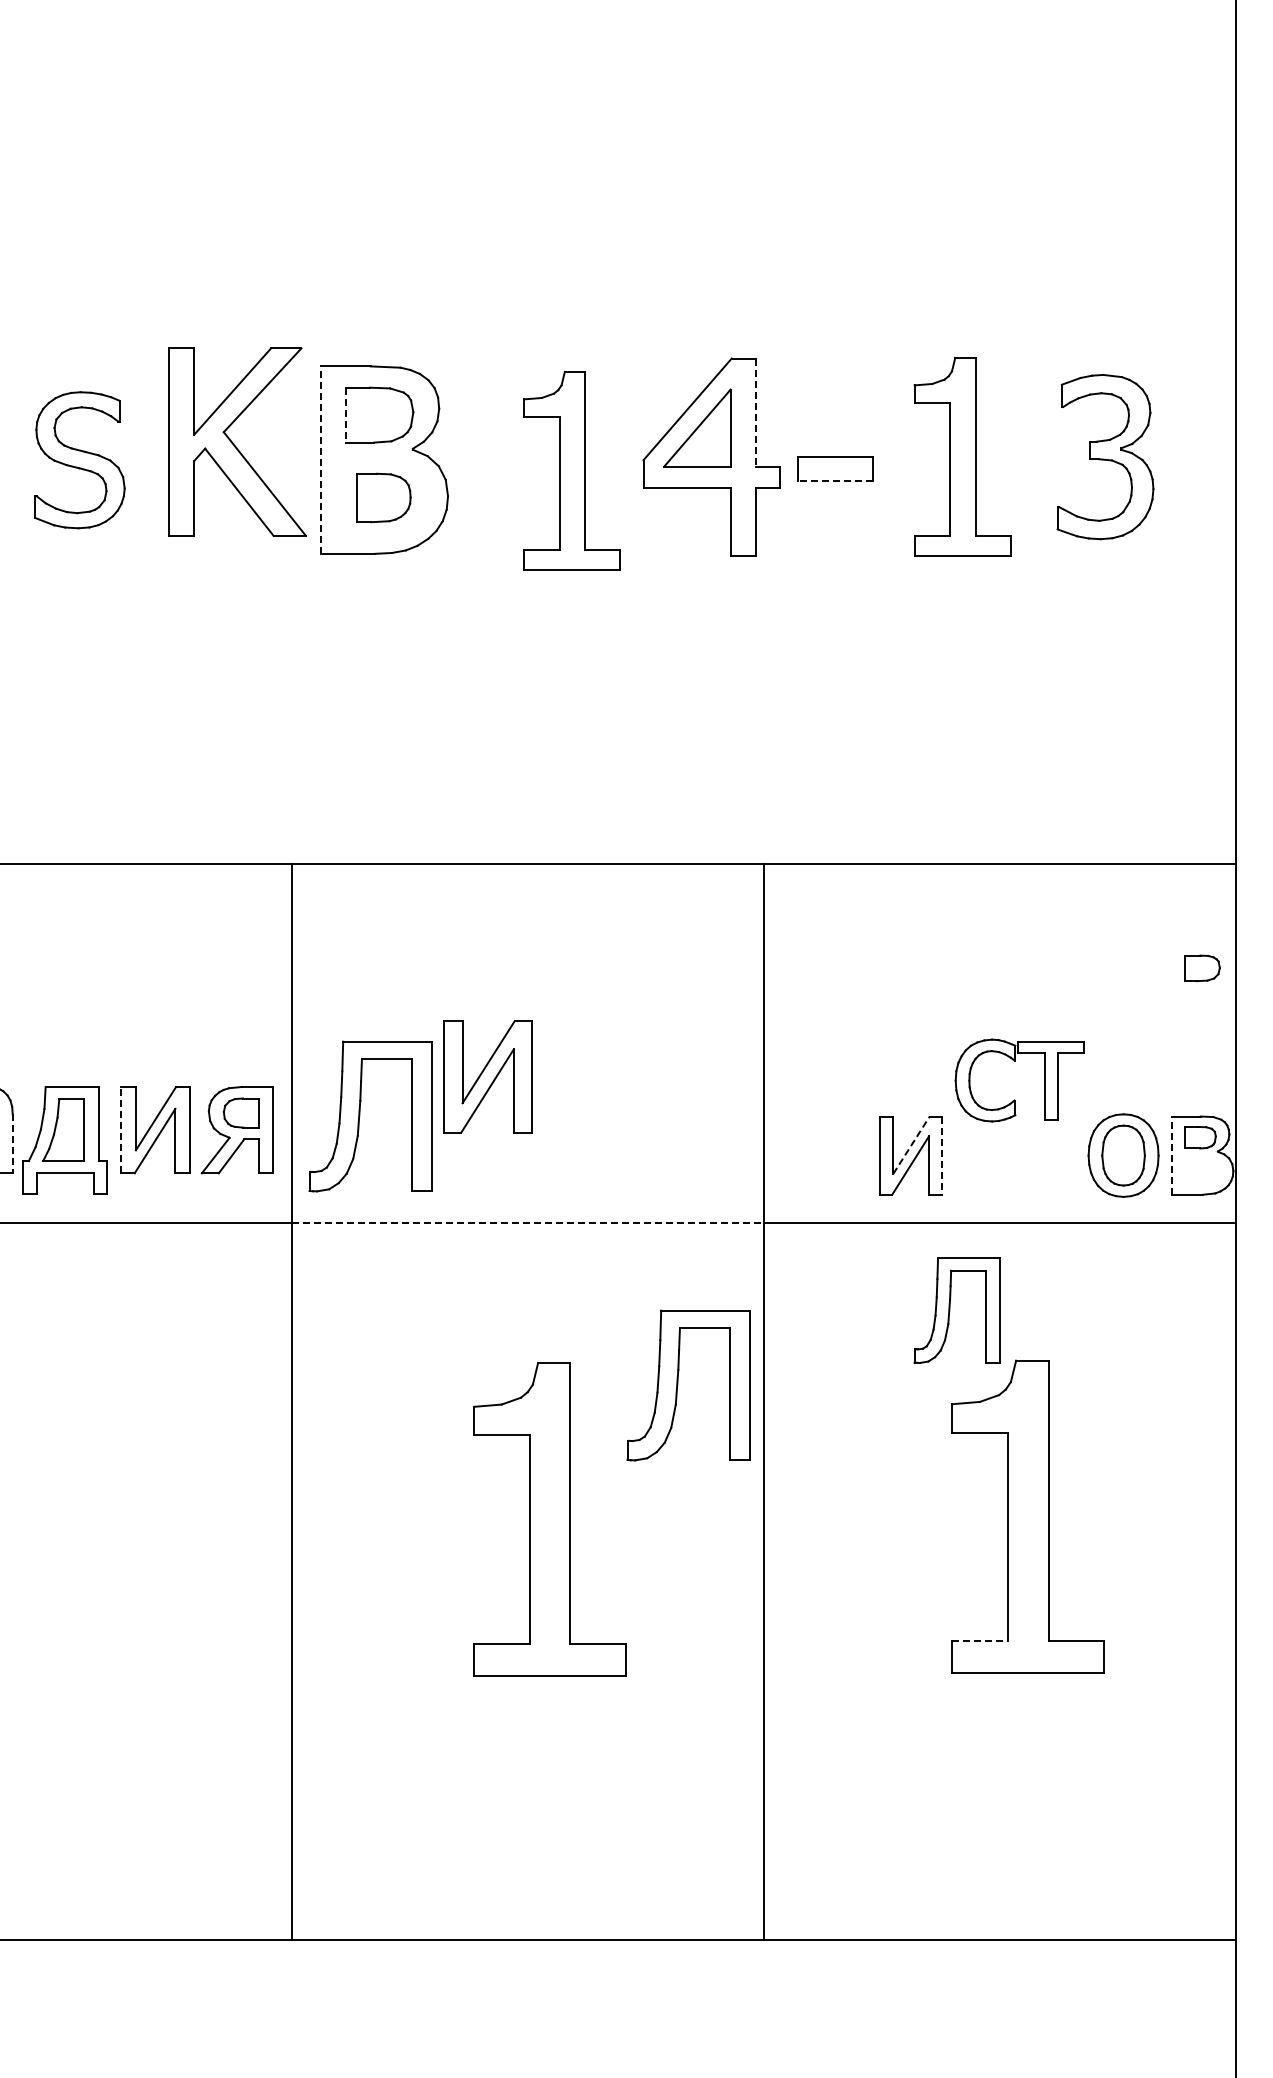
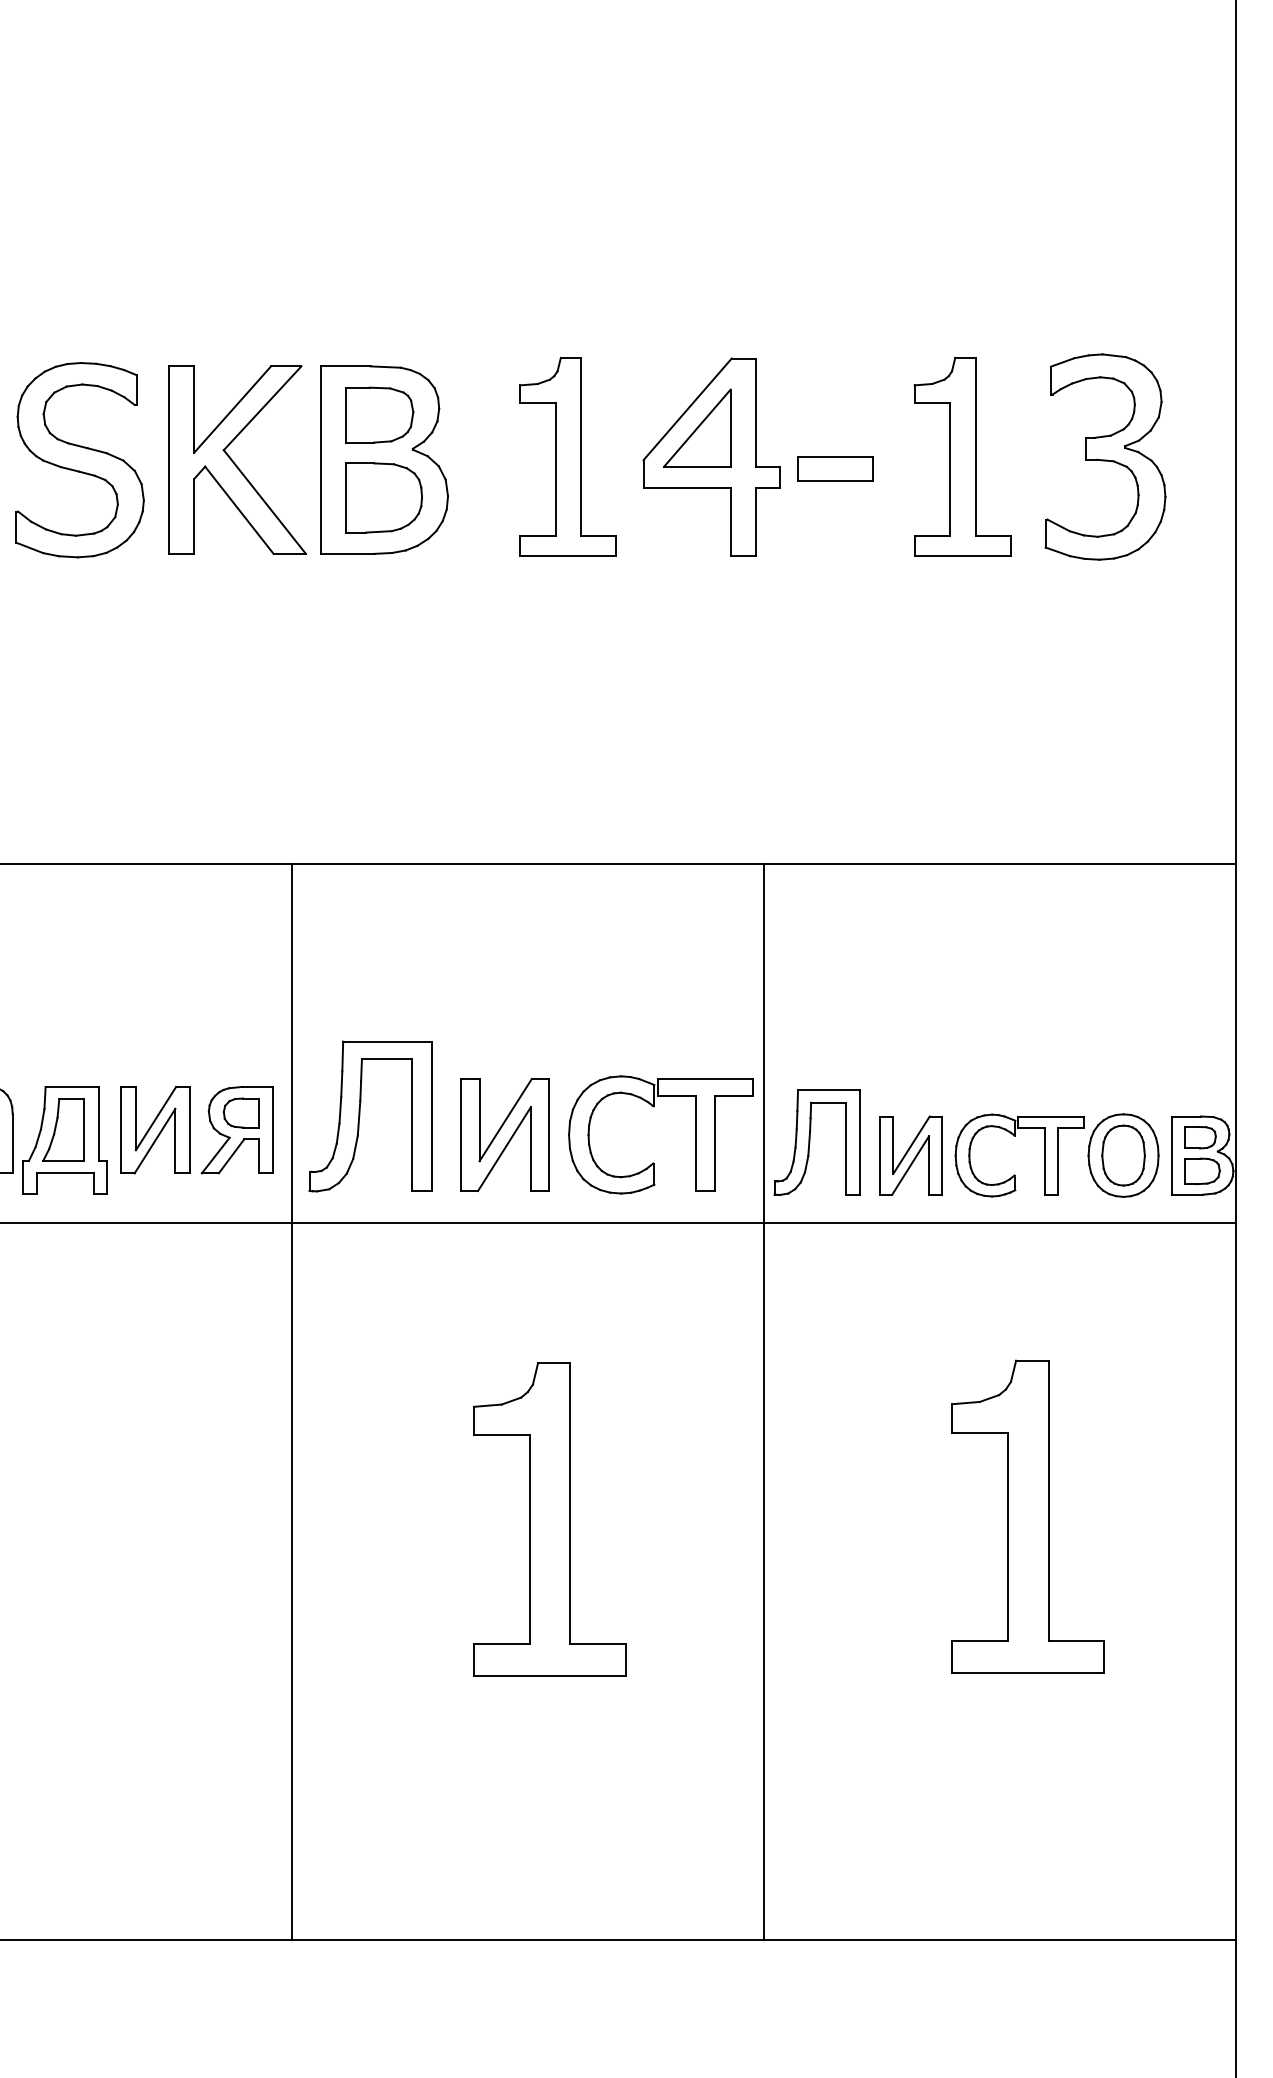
line at (756, 413): dashed -> solid
line at (345, 415): dashed -> solid
part at (237, 441) position: (237, 441) -> (237, 459)
part at (1105, 457) size: 99x167 px -> 123x208 px
part at (79, 460) size: 92x139 px -> 130x197 px
line at (320, 460): dashed -> solid
part at (571, 470) position: (571, 470) -> (567, 456)
line at (835, 481): dashed -> solid
part at (383, 497) size: 56x52 px -> 78x72 px
part at (1202, 968) position: (1202, 968) -> (1202, 1171)
part at (1015, 1061) position: (1015, 1061) -> (1015, 1136)
part at (487, 1076) position: (487, 1076) -> (504, 1134)
part at (653, 1107): none -> present
line at (121, 1129): dashed -> solid
line at (12, 1143): dashed -> solid
line at (911, 1145): dashed -> solid
line at (1172, 1155): dashed -> solid
line at (942, 1156): dashed -> solid
line at (528, 1223): dashed -> solid
part at (956, 1310) position: (956, 1310) -> (816, 1142)
part at (678, 1385): present -> none
line at (980, 1641): dashed -> solid
